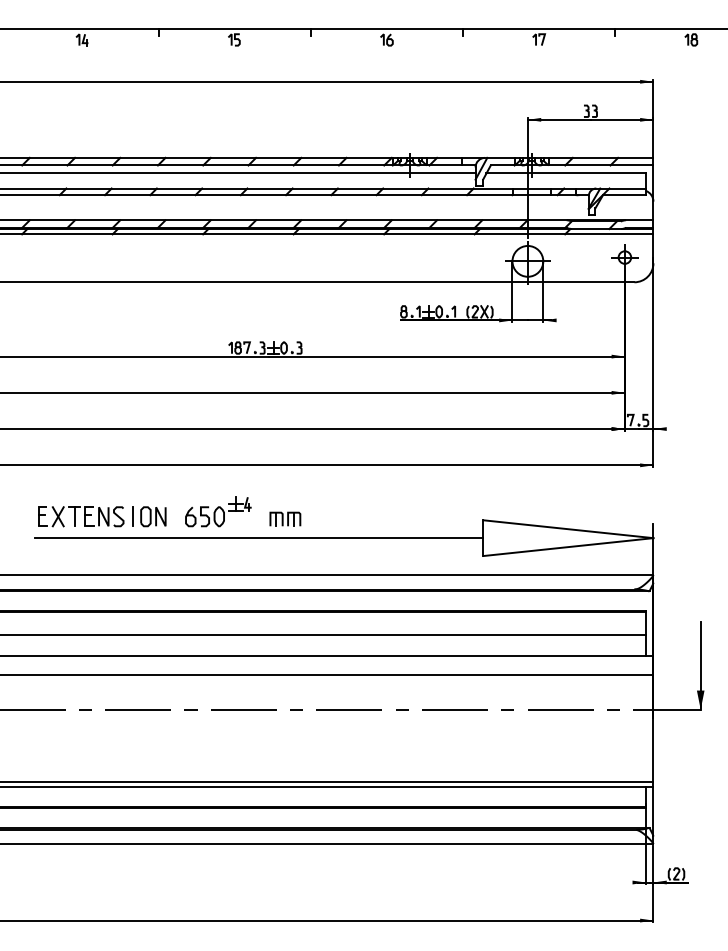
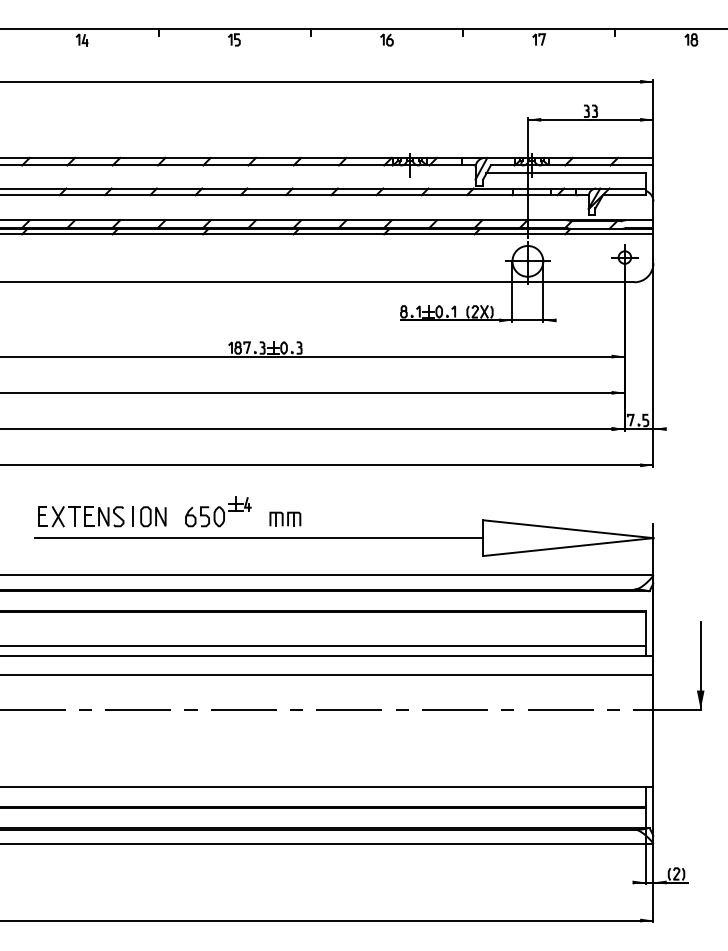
line at (238, 173): present -> none
line at (323, 634) position: (323, 634) -> (323, 645)
line at (327, 781): present -> none
